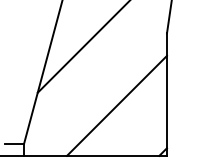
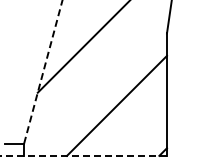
line at (43, 72): solid -> dashed
line at (83, 155): solid -> dashed
